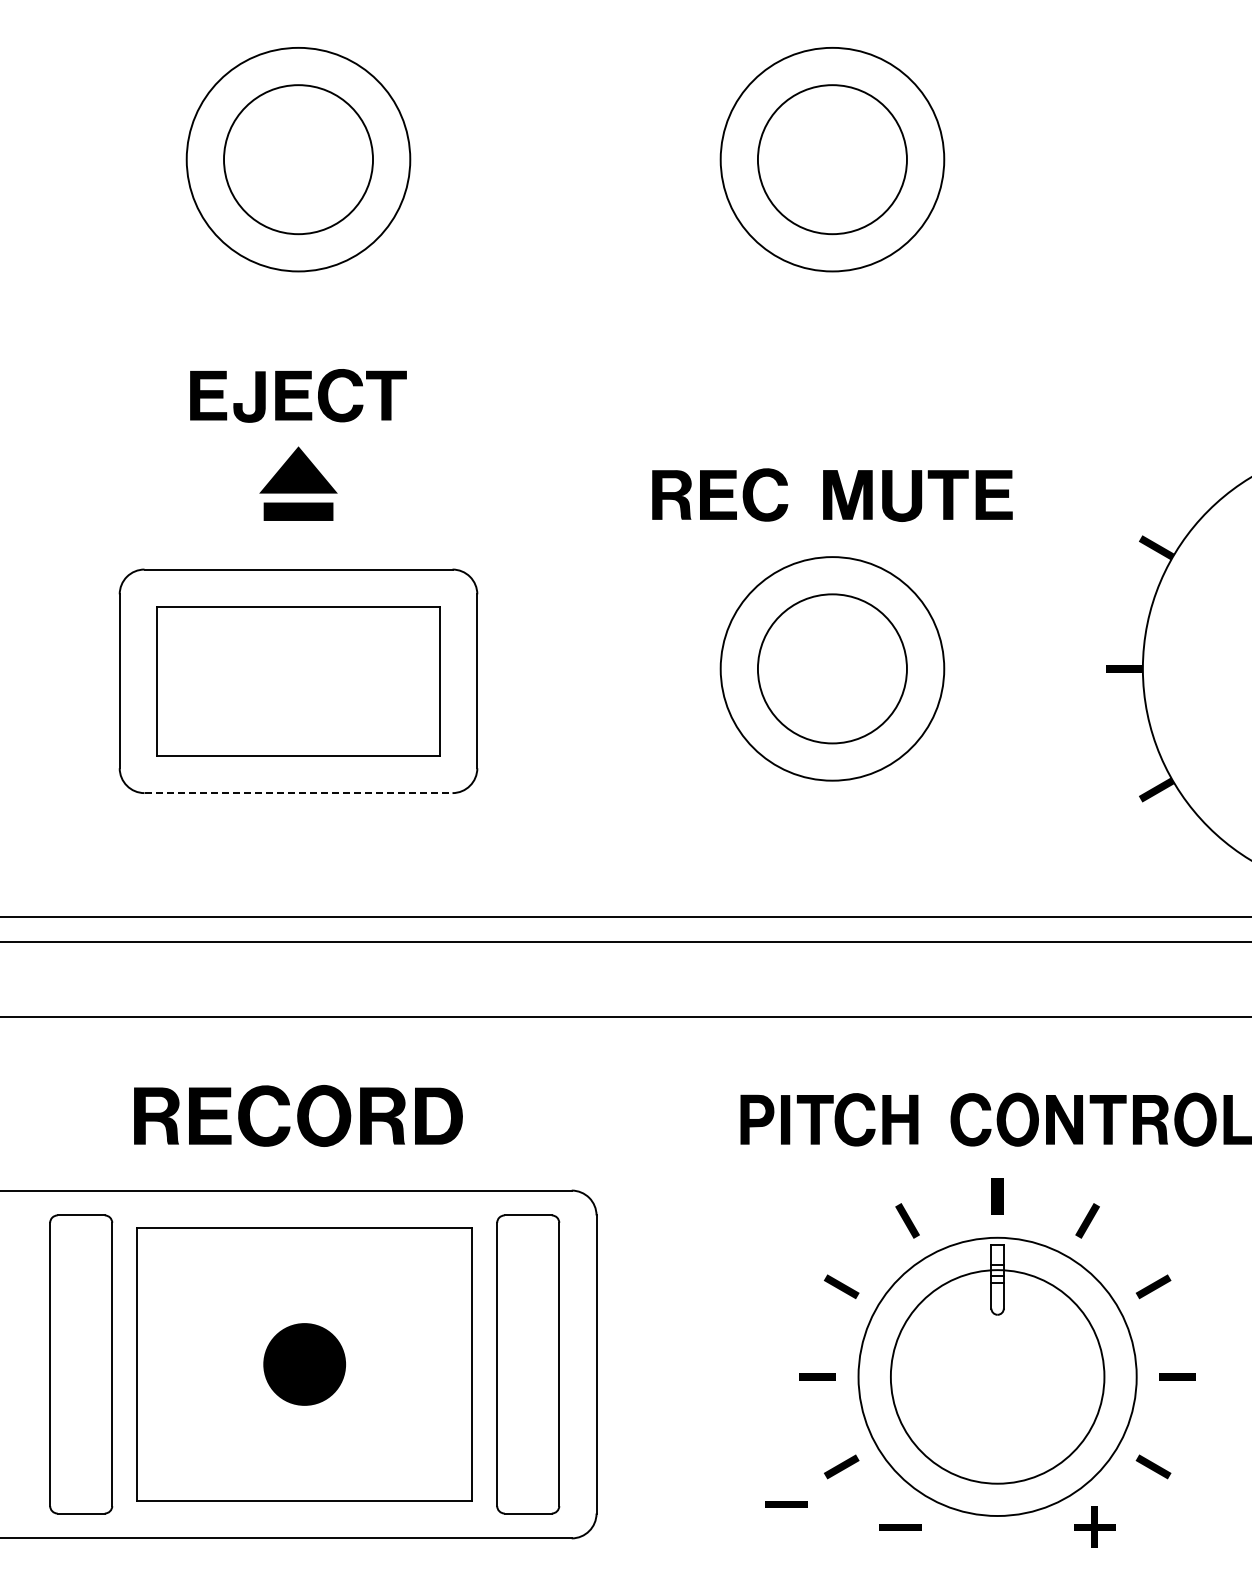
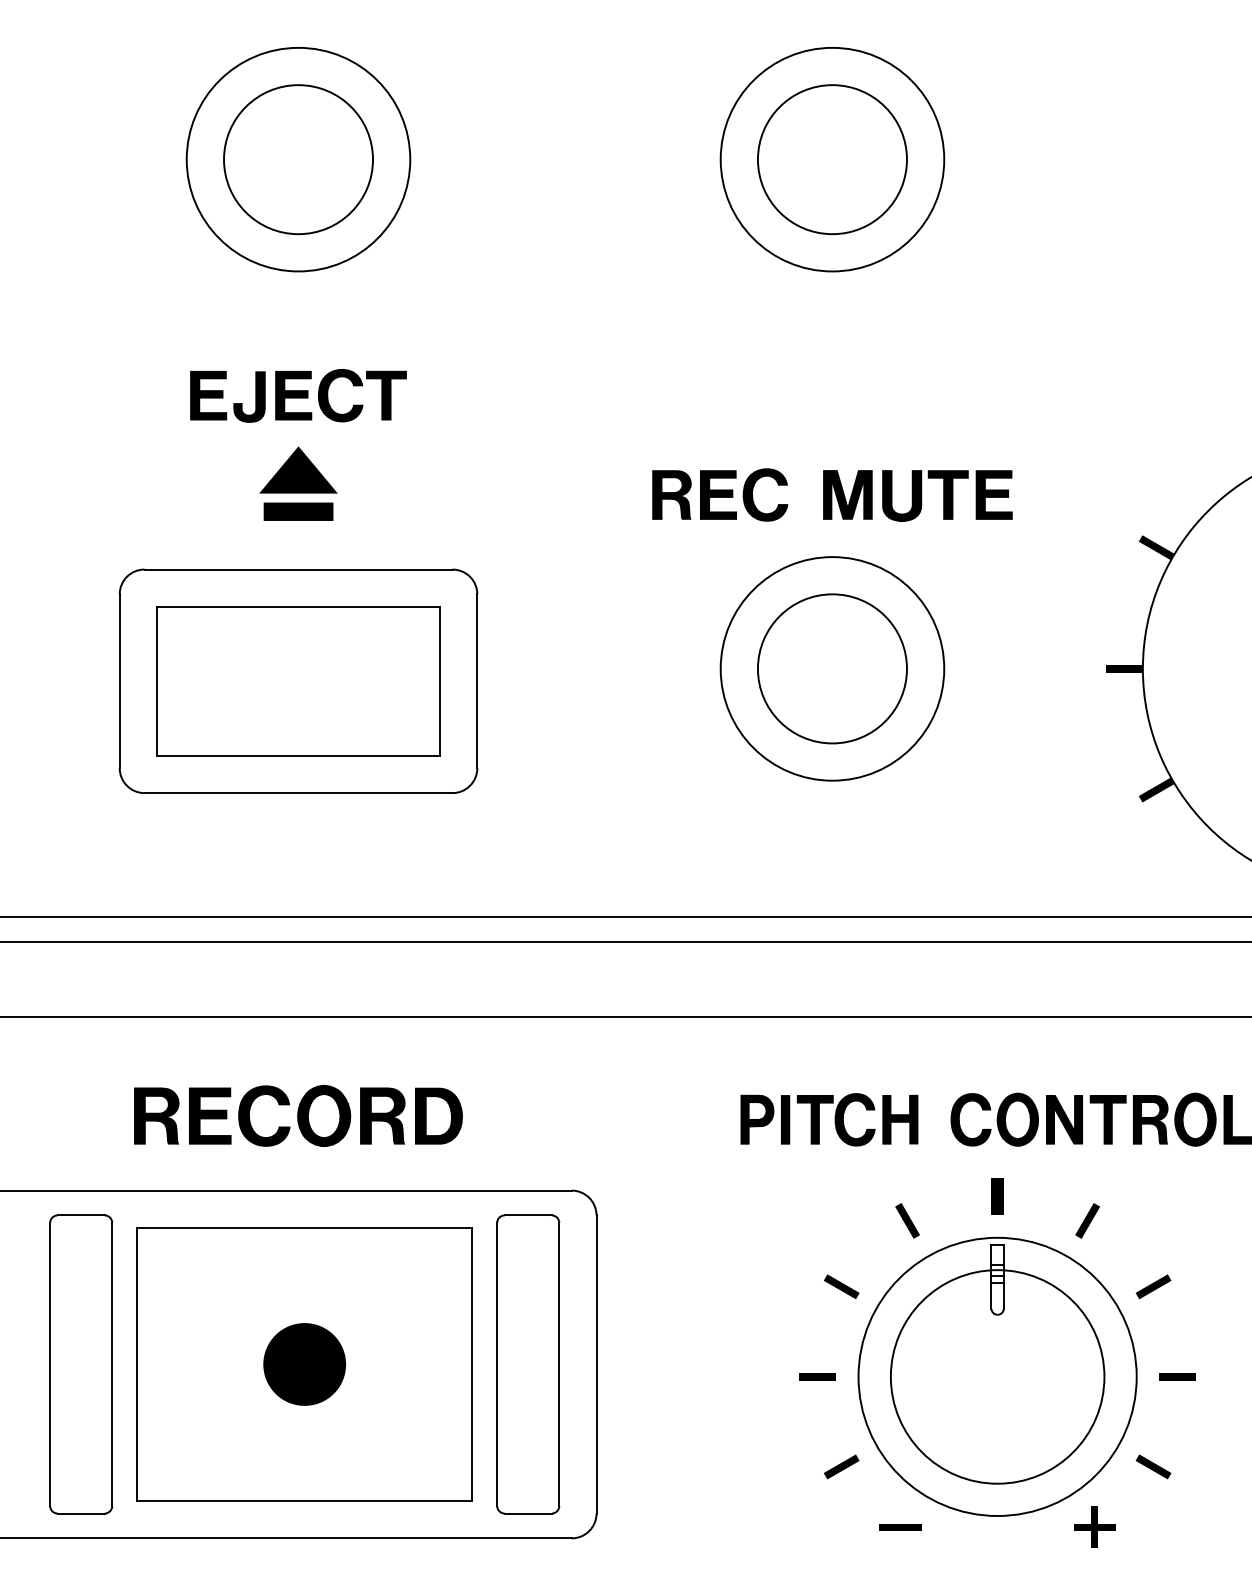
line at (298, 793): dashed -> solid
part at (786, 1504): present -> none
